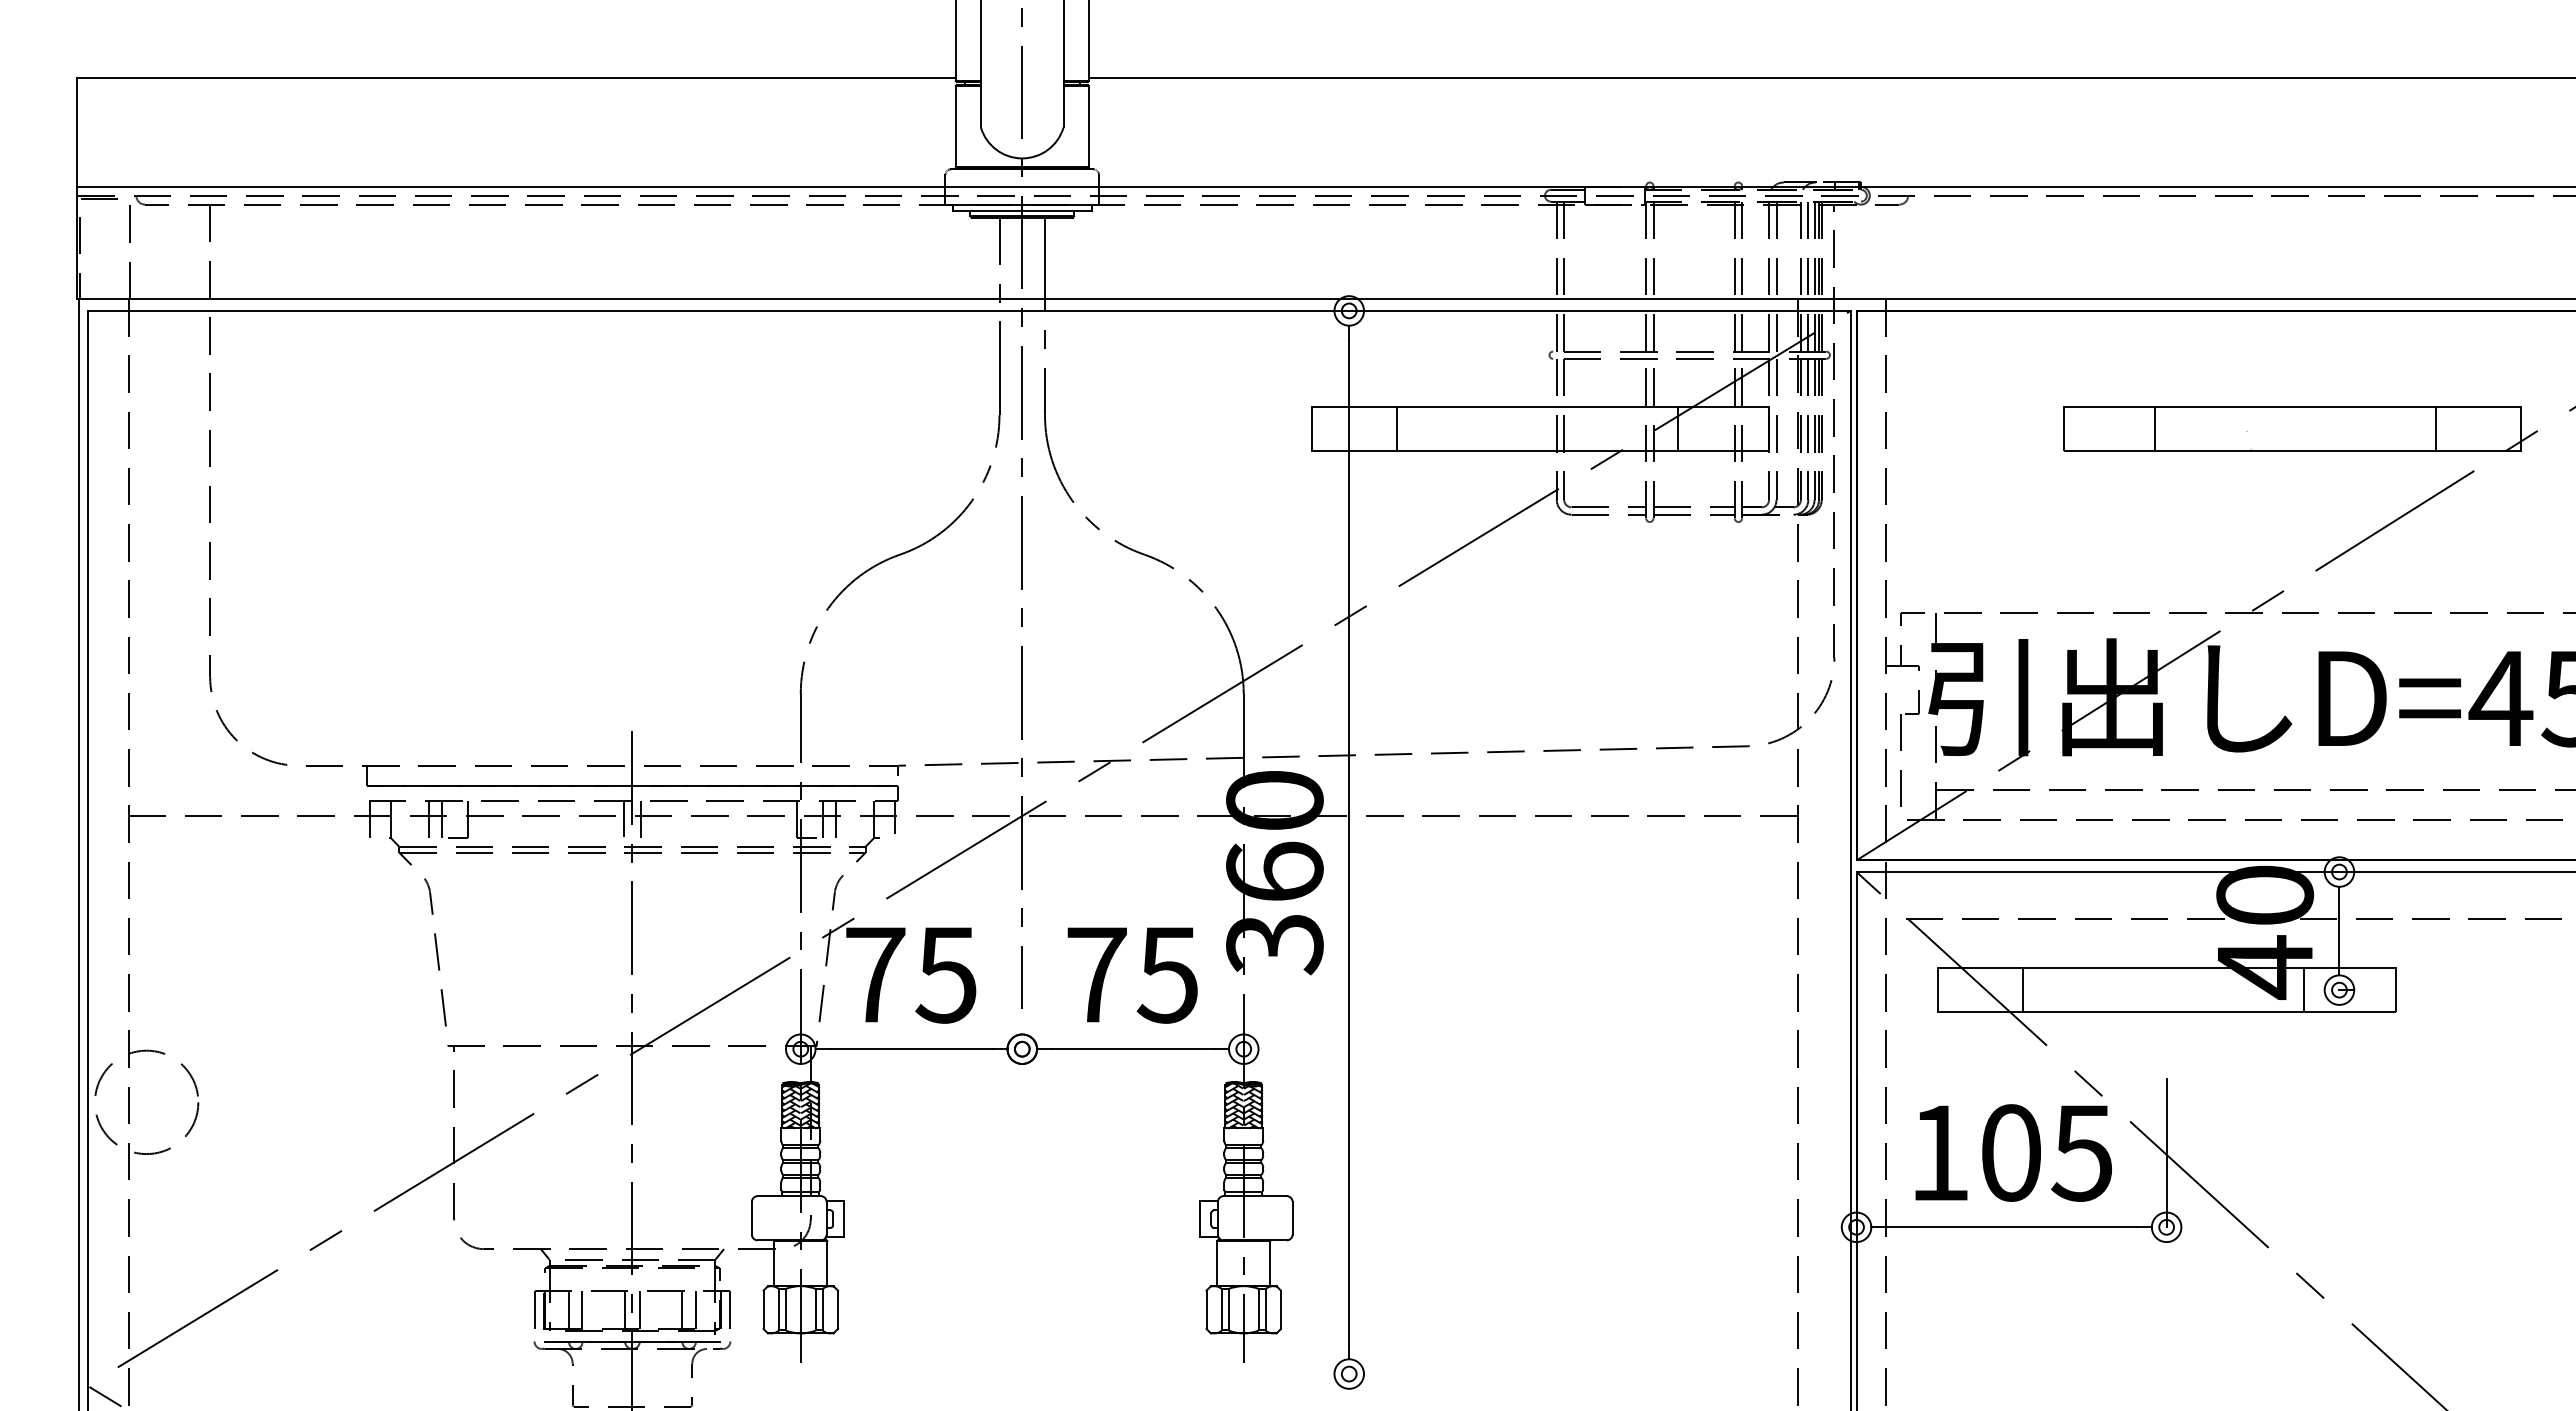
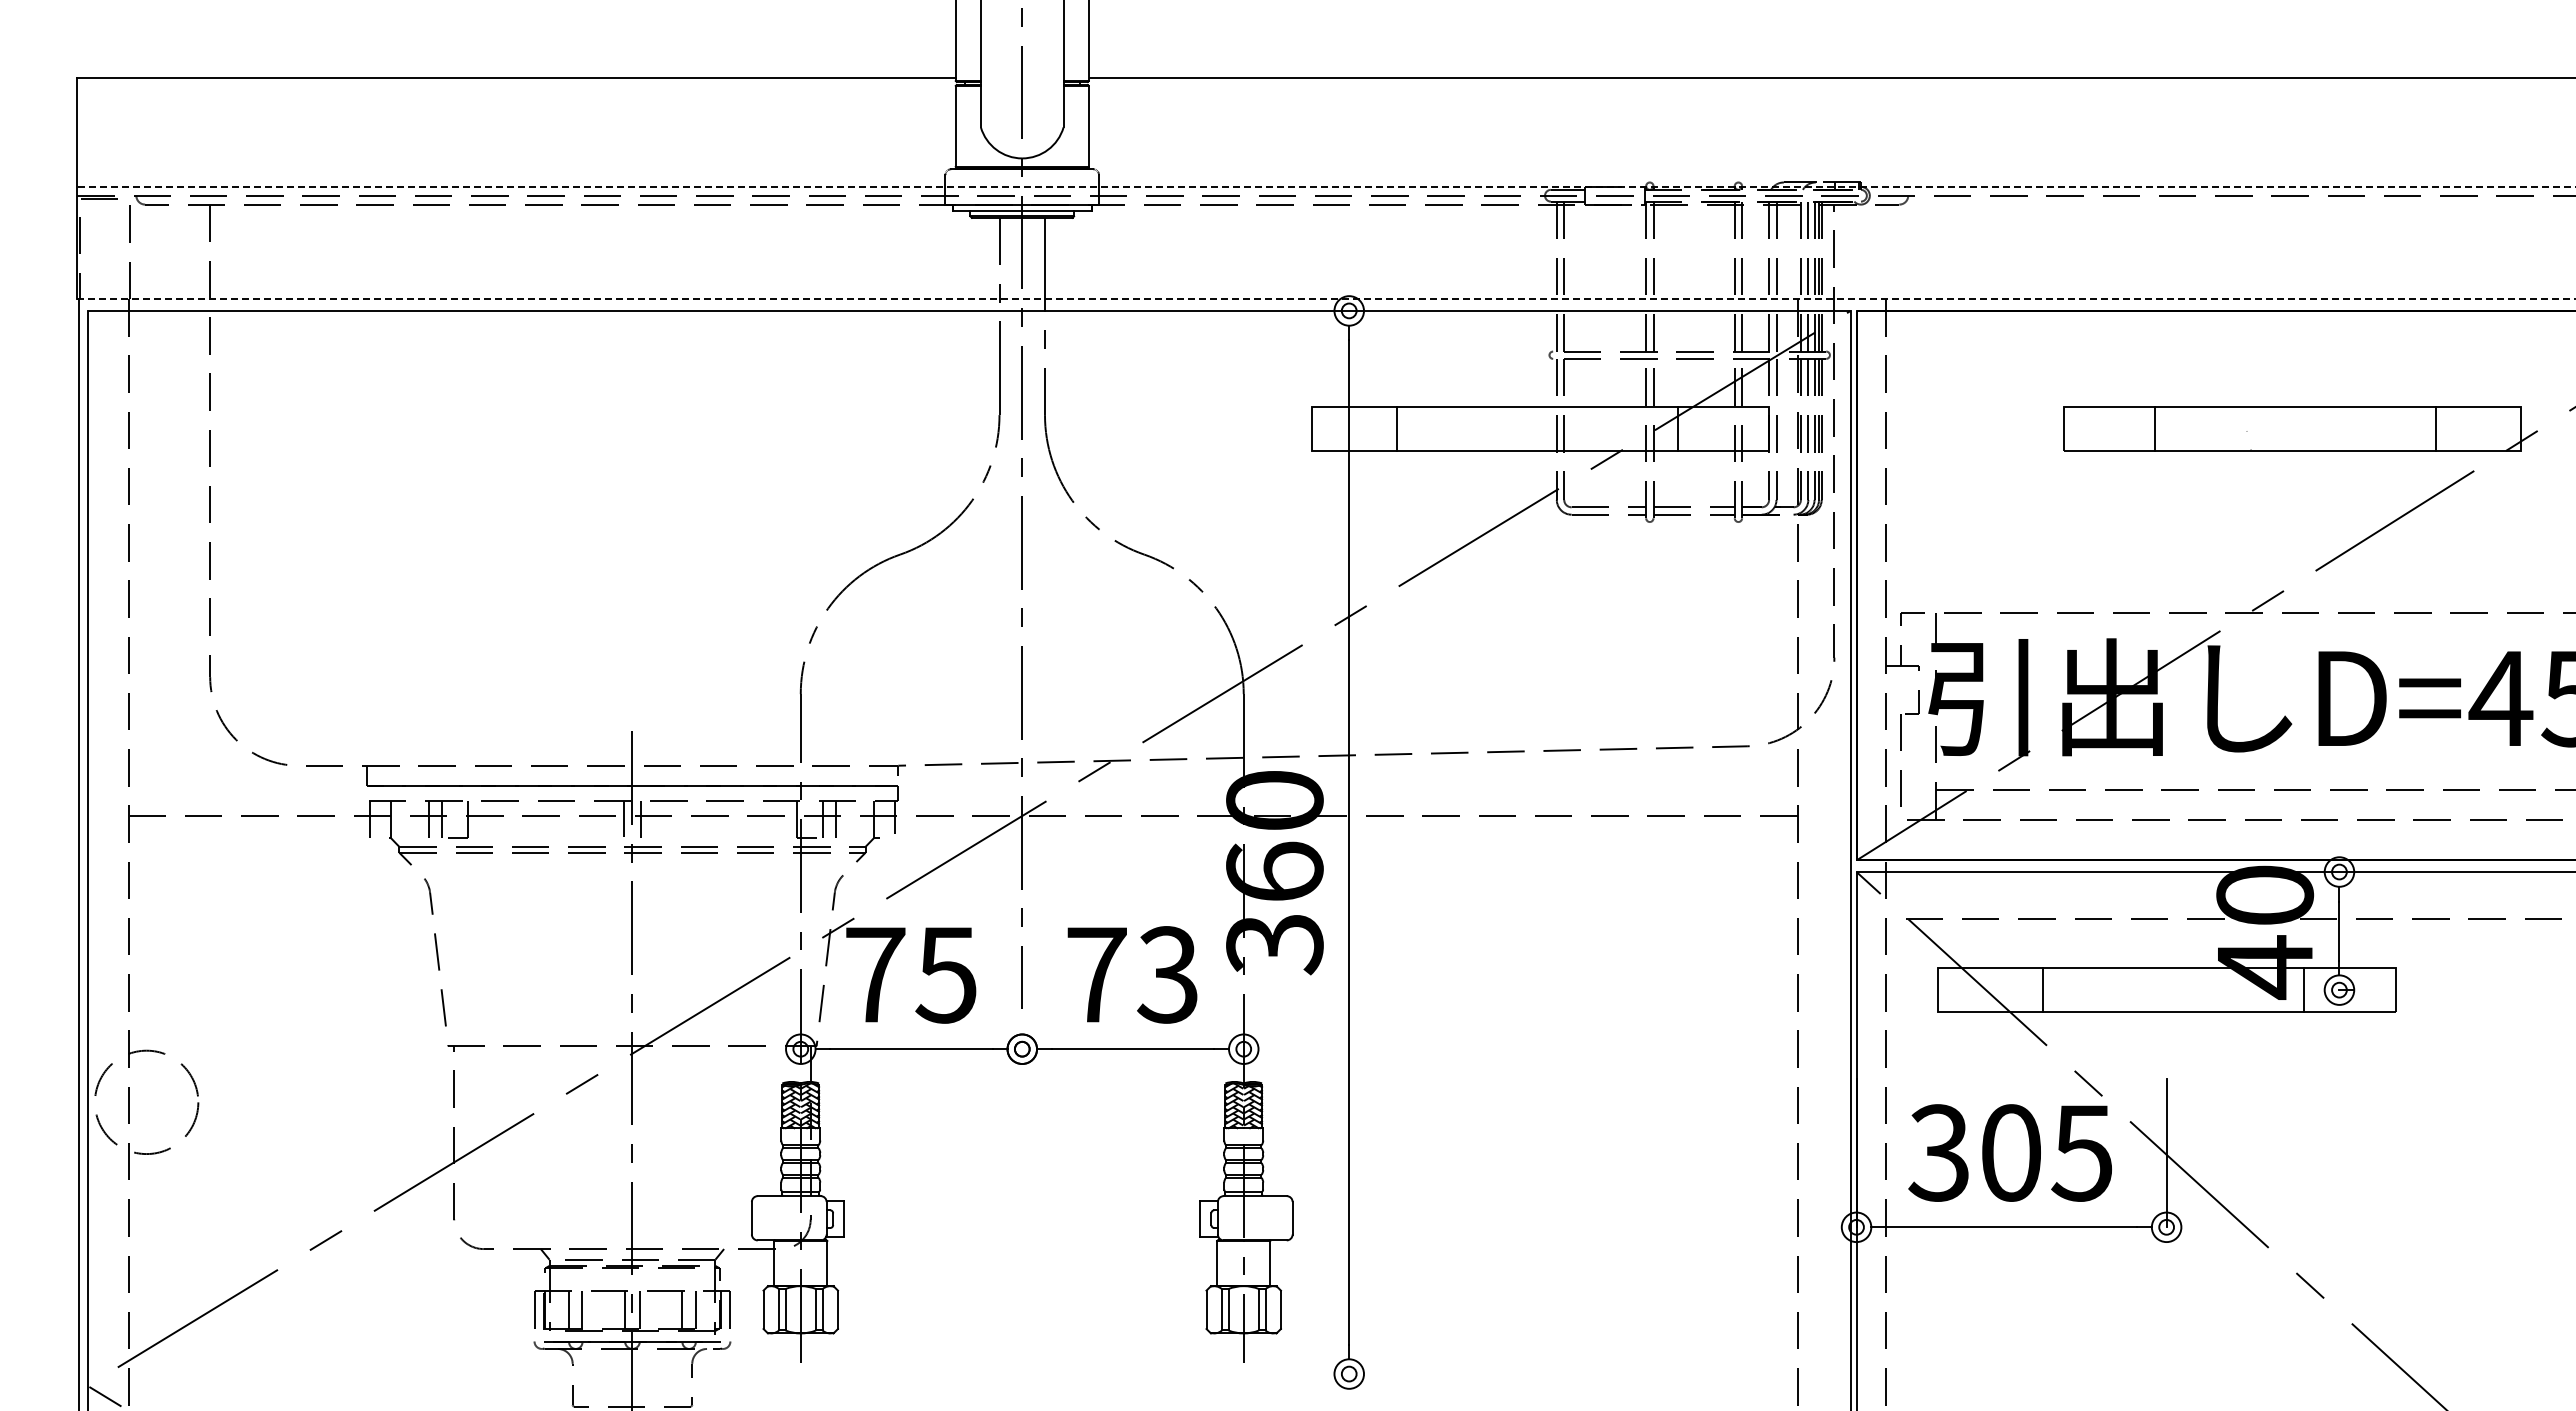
line at (1326, 186): solid -> dashed
line at (1326, 299): solid -> dashed
text at (1166, 974): 75 -> 73
line at (2023, 990) position: (2023, 990) -> (2043, 990)
text at (1938, 1152): 105 -> 305
